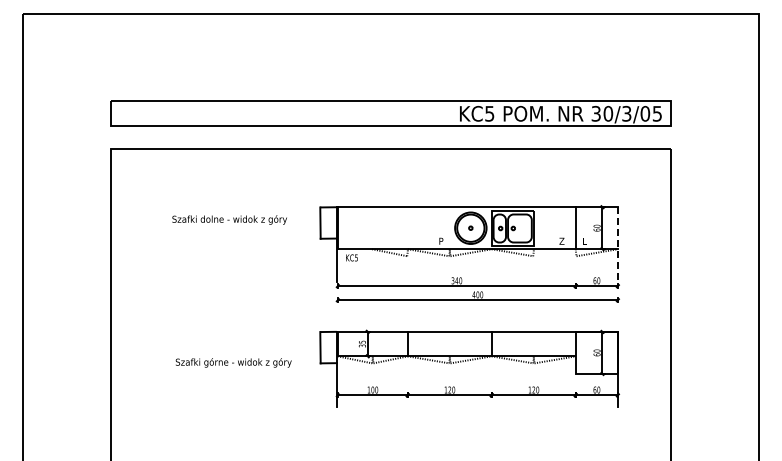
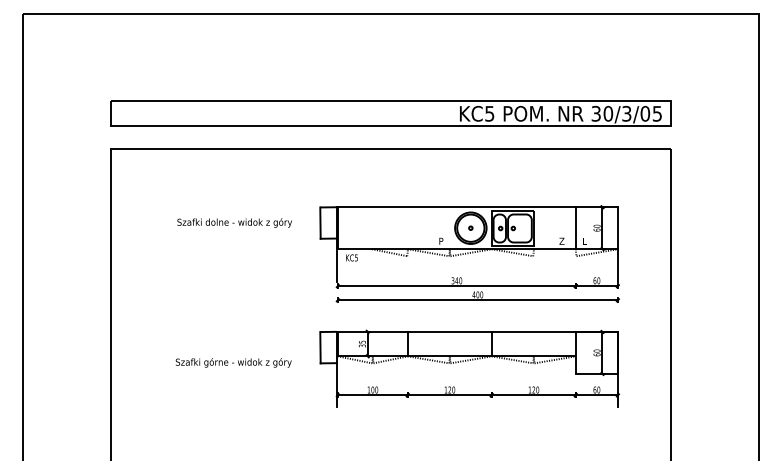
text at (229, 219) position: (229, 219) -> (234, 222)
line at (617, 245): dashed -> solid
